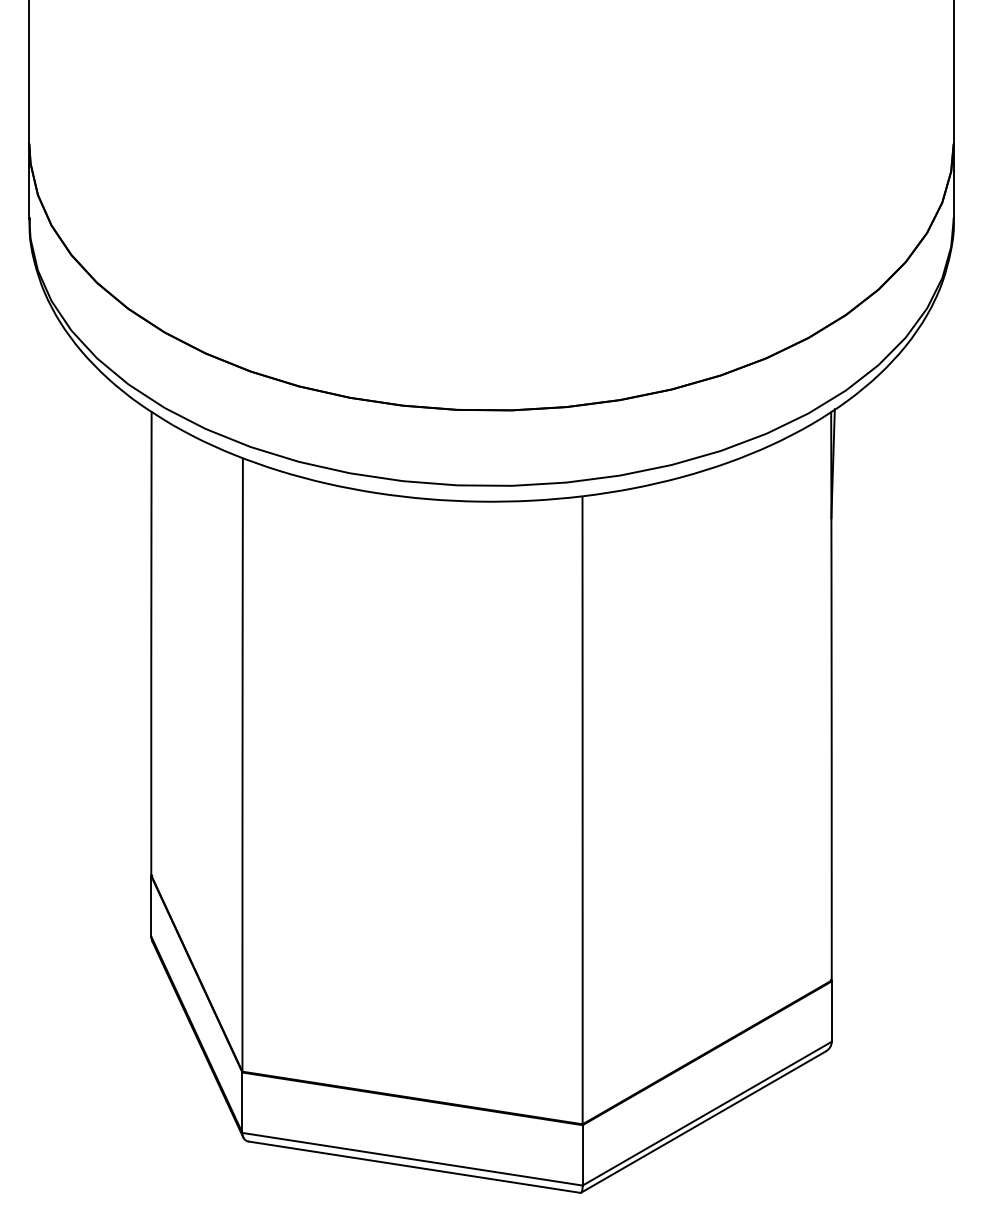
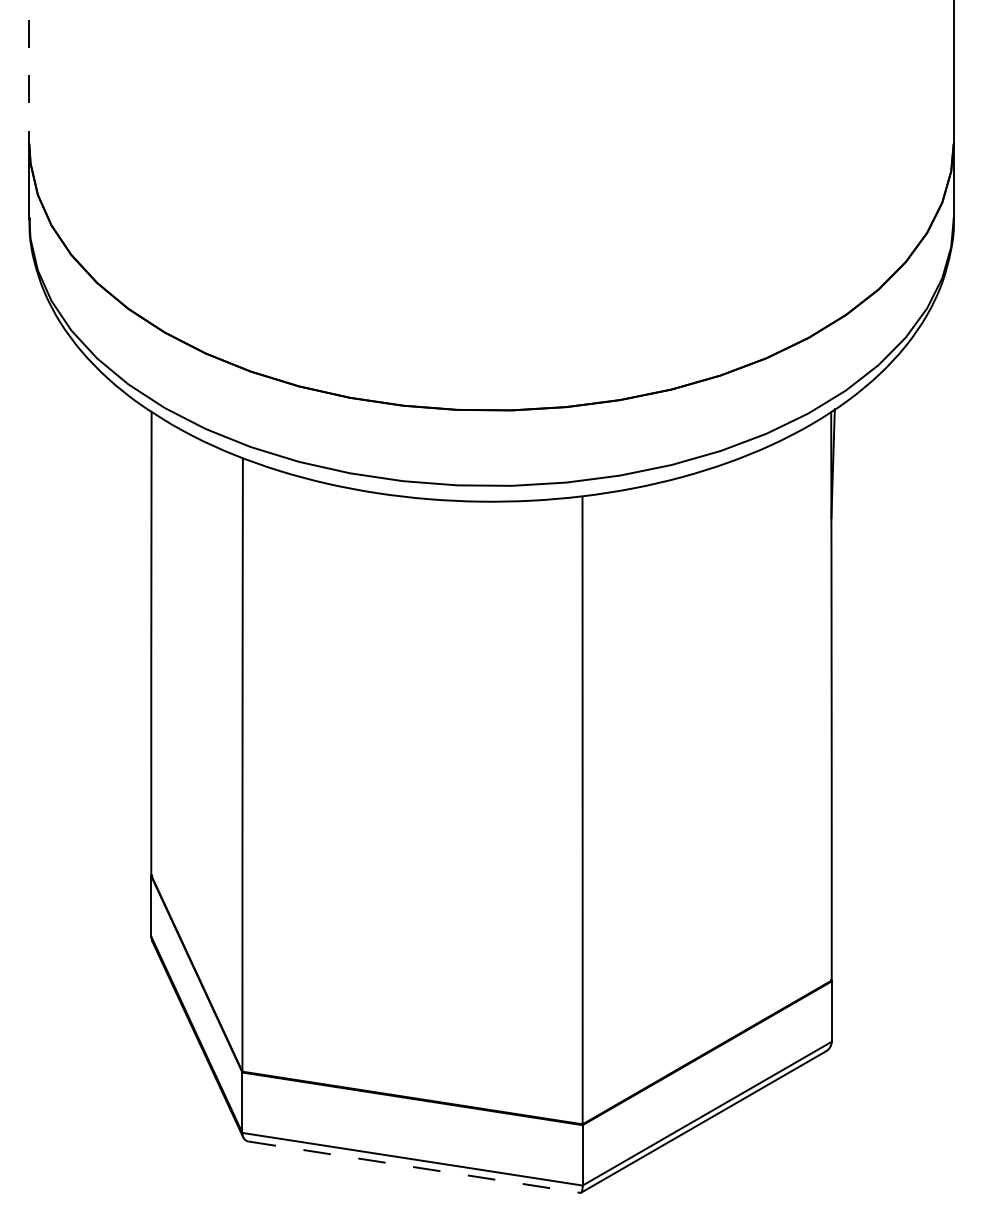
line at (29, 72): solid -> dashed
line at (414, 1167): solid -> dashed
